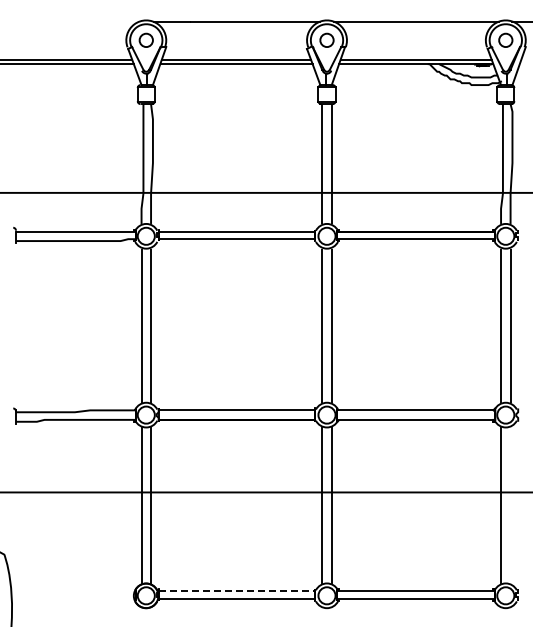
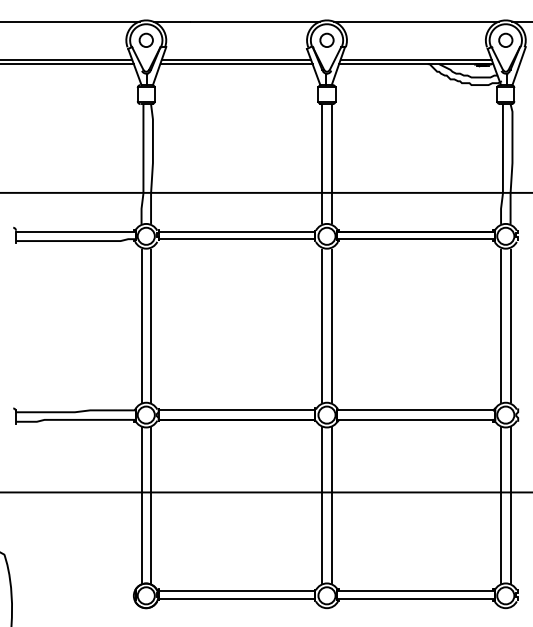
line at (70, 22): none -> present
line at (510, 505): none -> present
line at (236, 591): dashed -> solid
